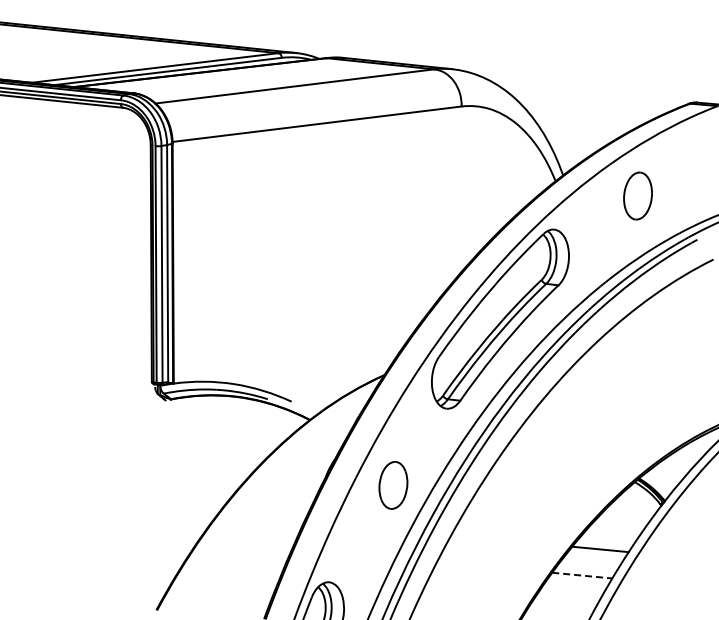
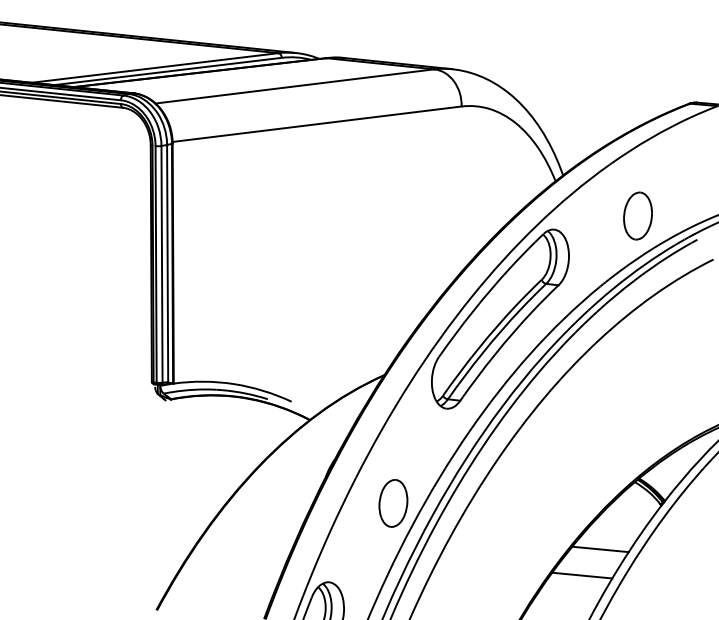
part at (637, 195) position: (637, 195) -> (637, 215)
part at (393, 485) position: (393, 485) -> (393, 503)
line at (582, 575): dashed -> solid
